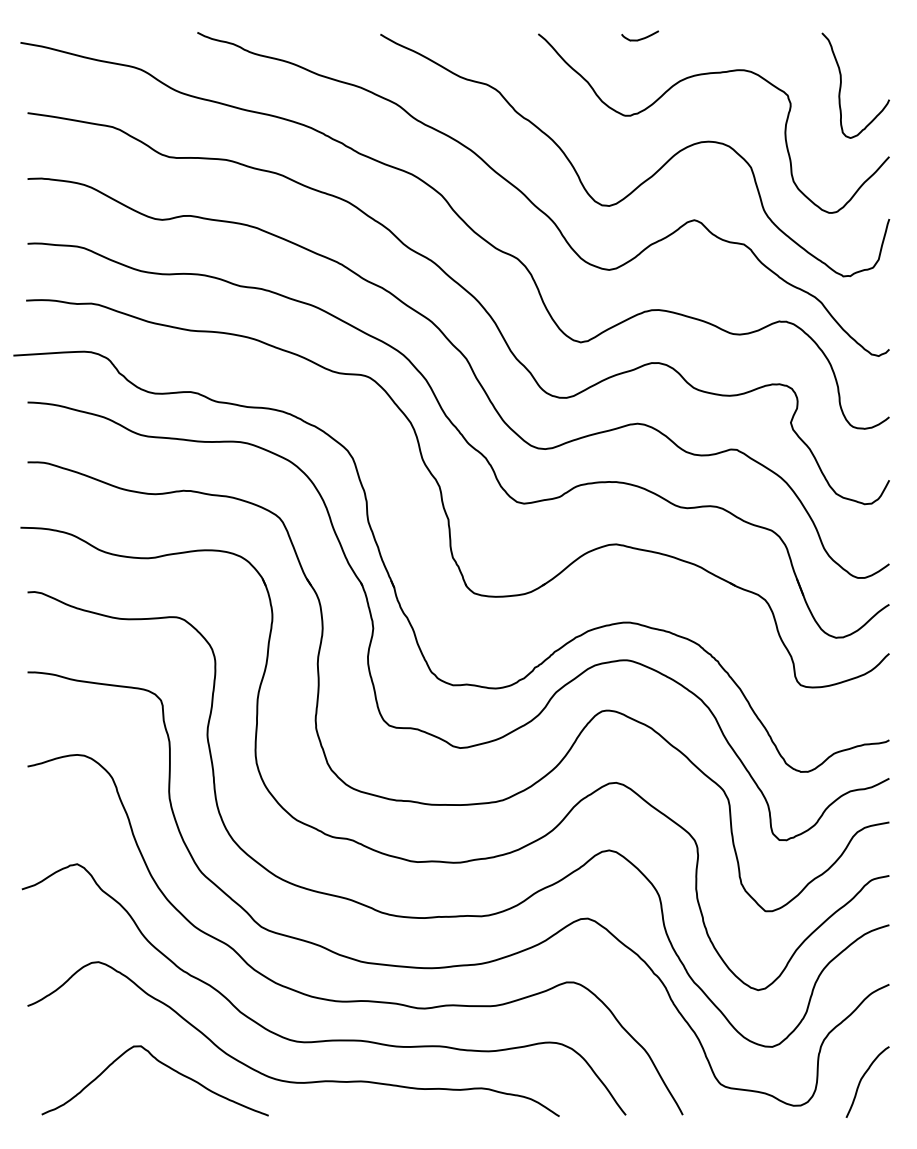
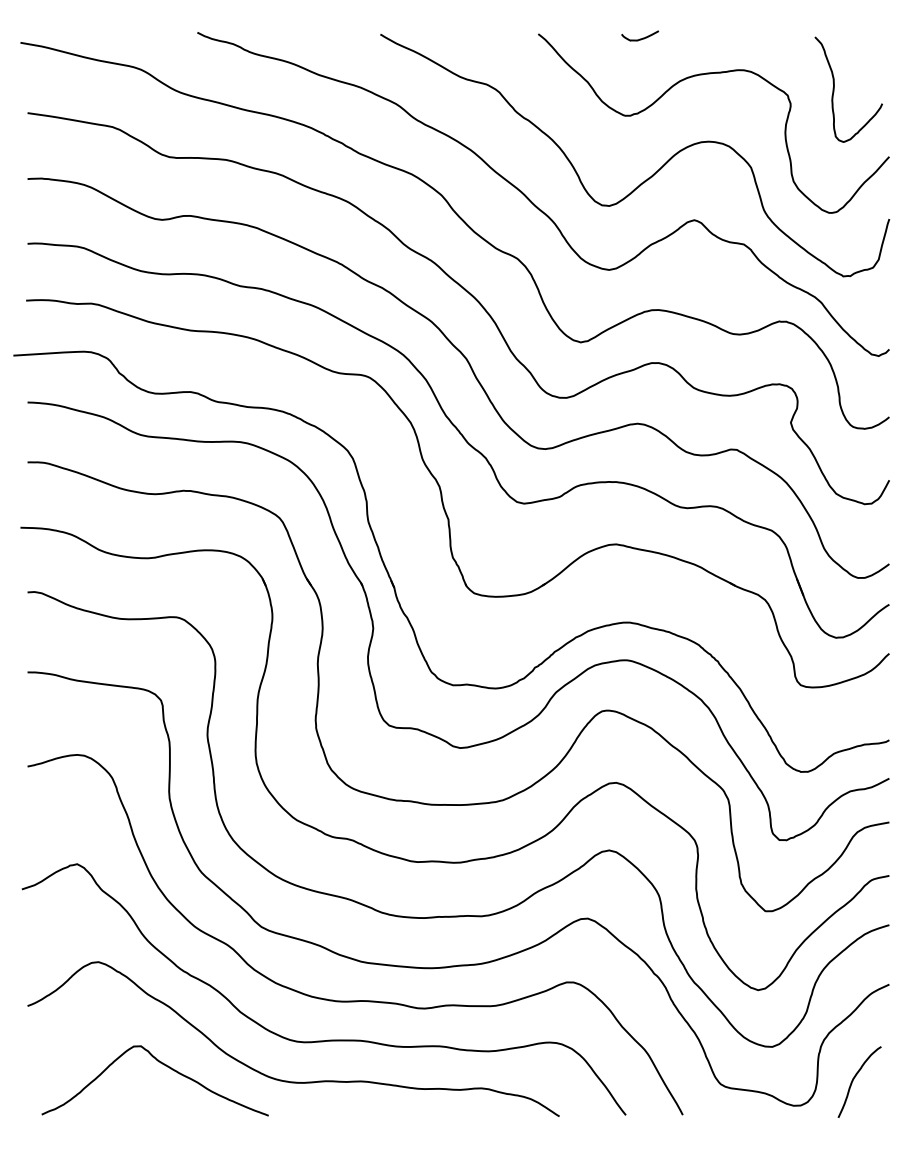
curve at (841, 85) position: (841, 85) -> (834, 89)
curve at (862, 1079) position: (862, 1079) -> (854, 1079)
